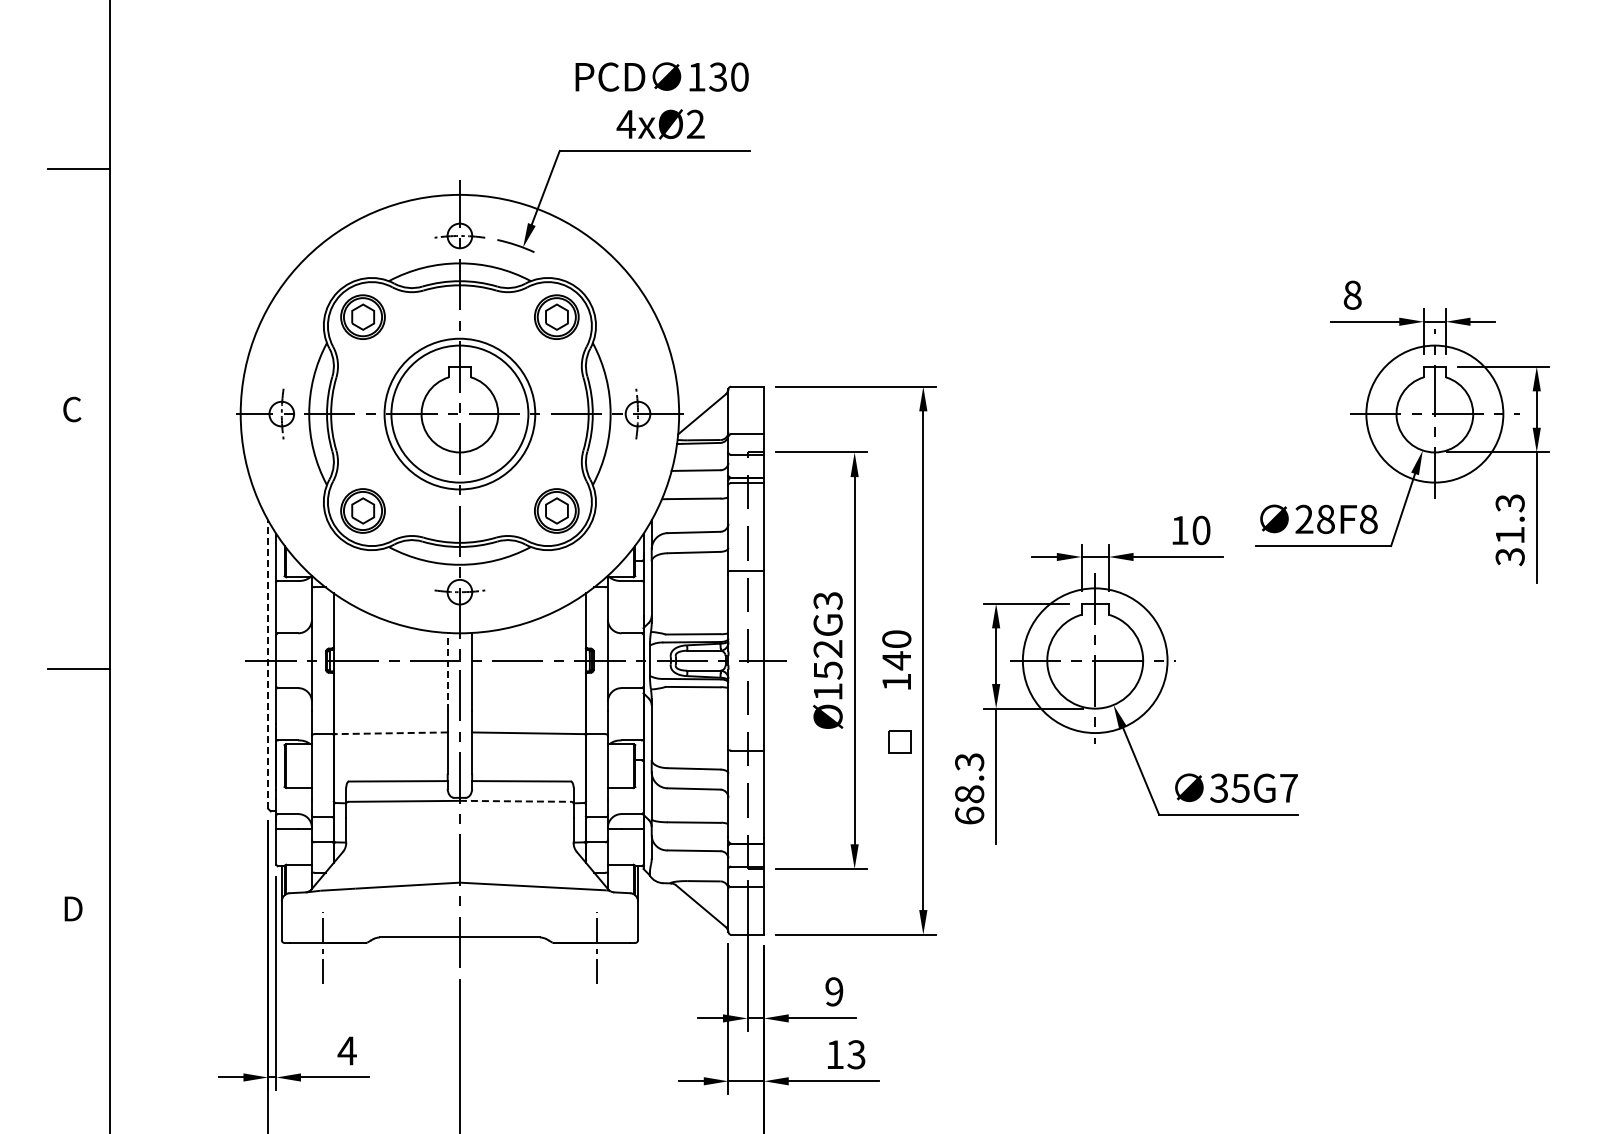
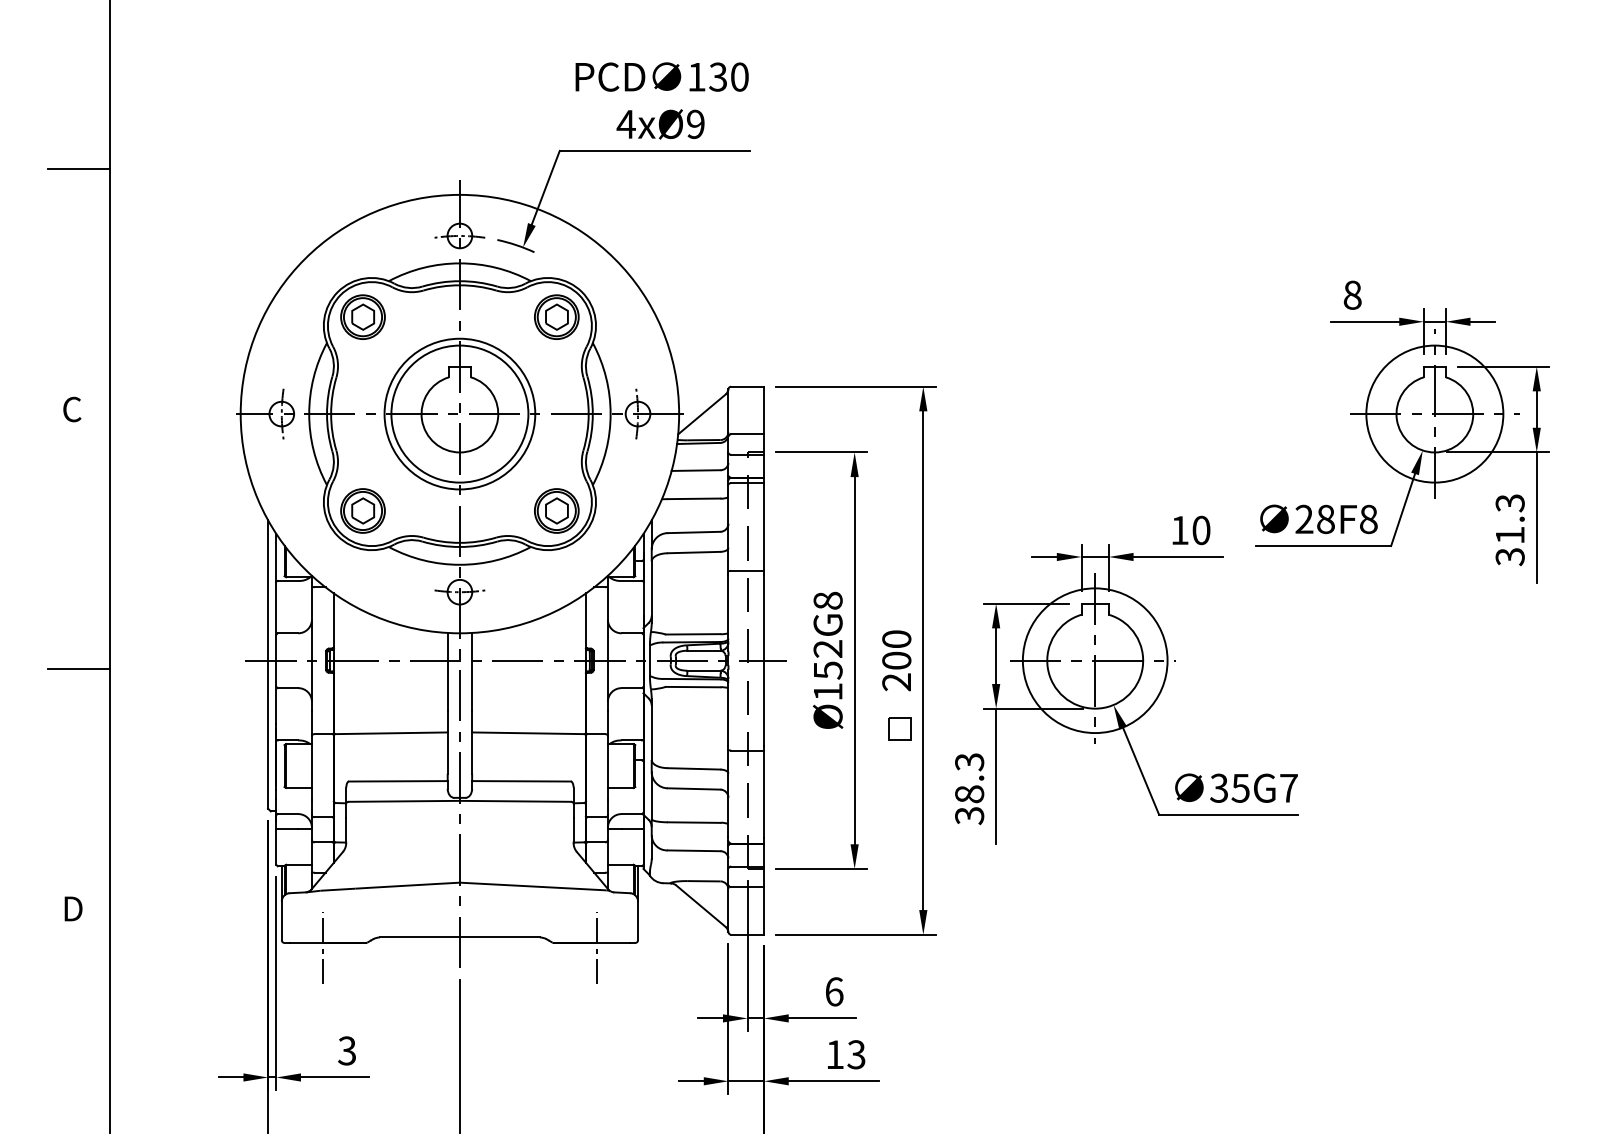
text at (695, 124): 4xØ2 -> 4xØ9
text at (827, 600): Ø152G3 -> Ø152G8
line at (268, 663): dashed -> solid
line at (447, 671): dashed -> solid
text at (896, 671): 140 -> 200
line at (390, 733): dashed -> solid
part at (899, 741) position: (899, 741) -> (899, 728)
line at (515, 801): dashed -> solid
text at (969, 815): 68.3 -> 38.3
text at (834, 991): 9 -> 6
text at (346, 1050): 4 -> 3
